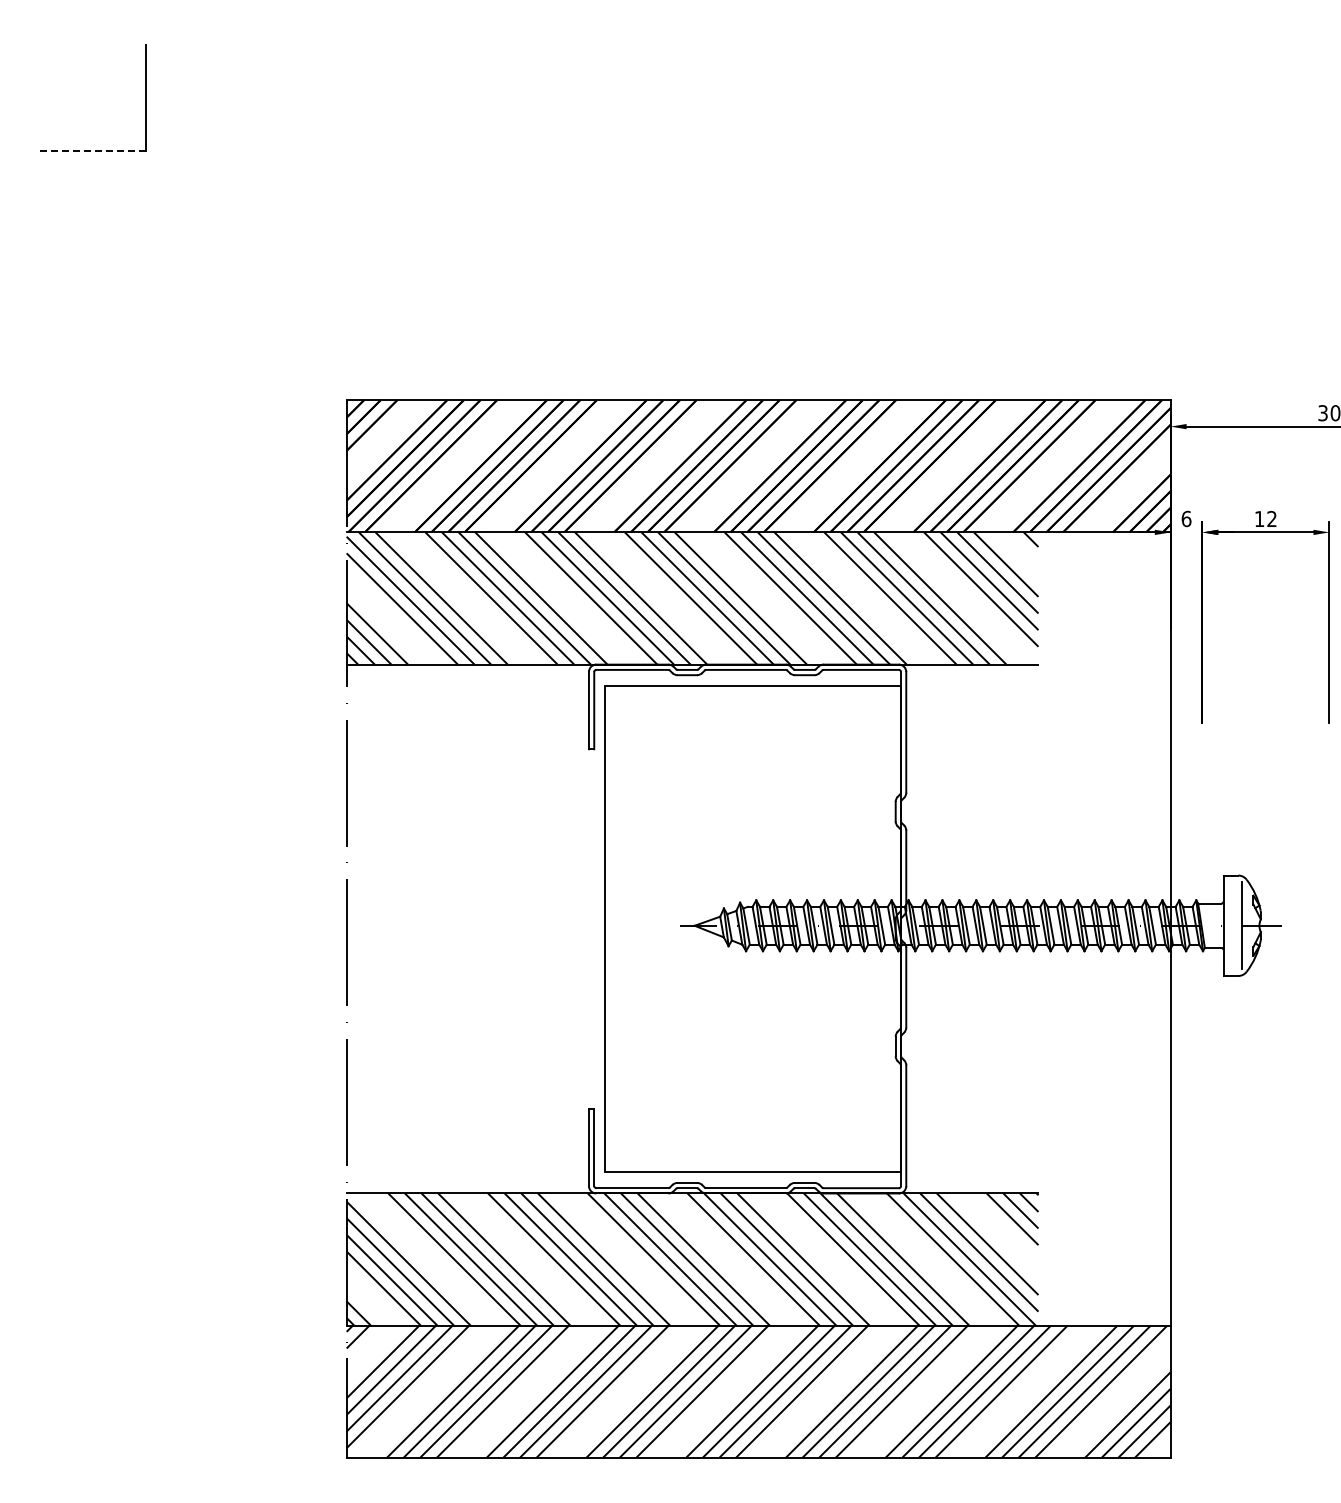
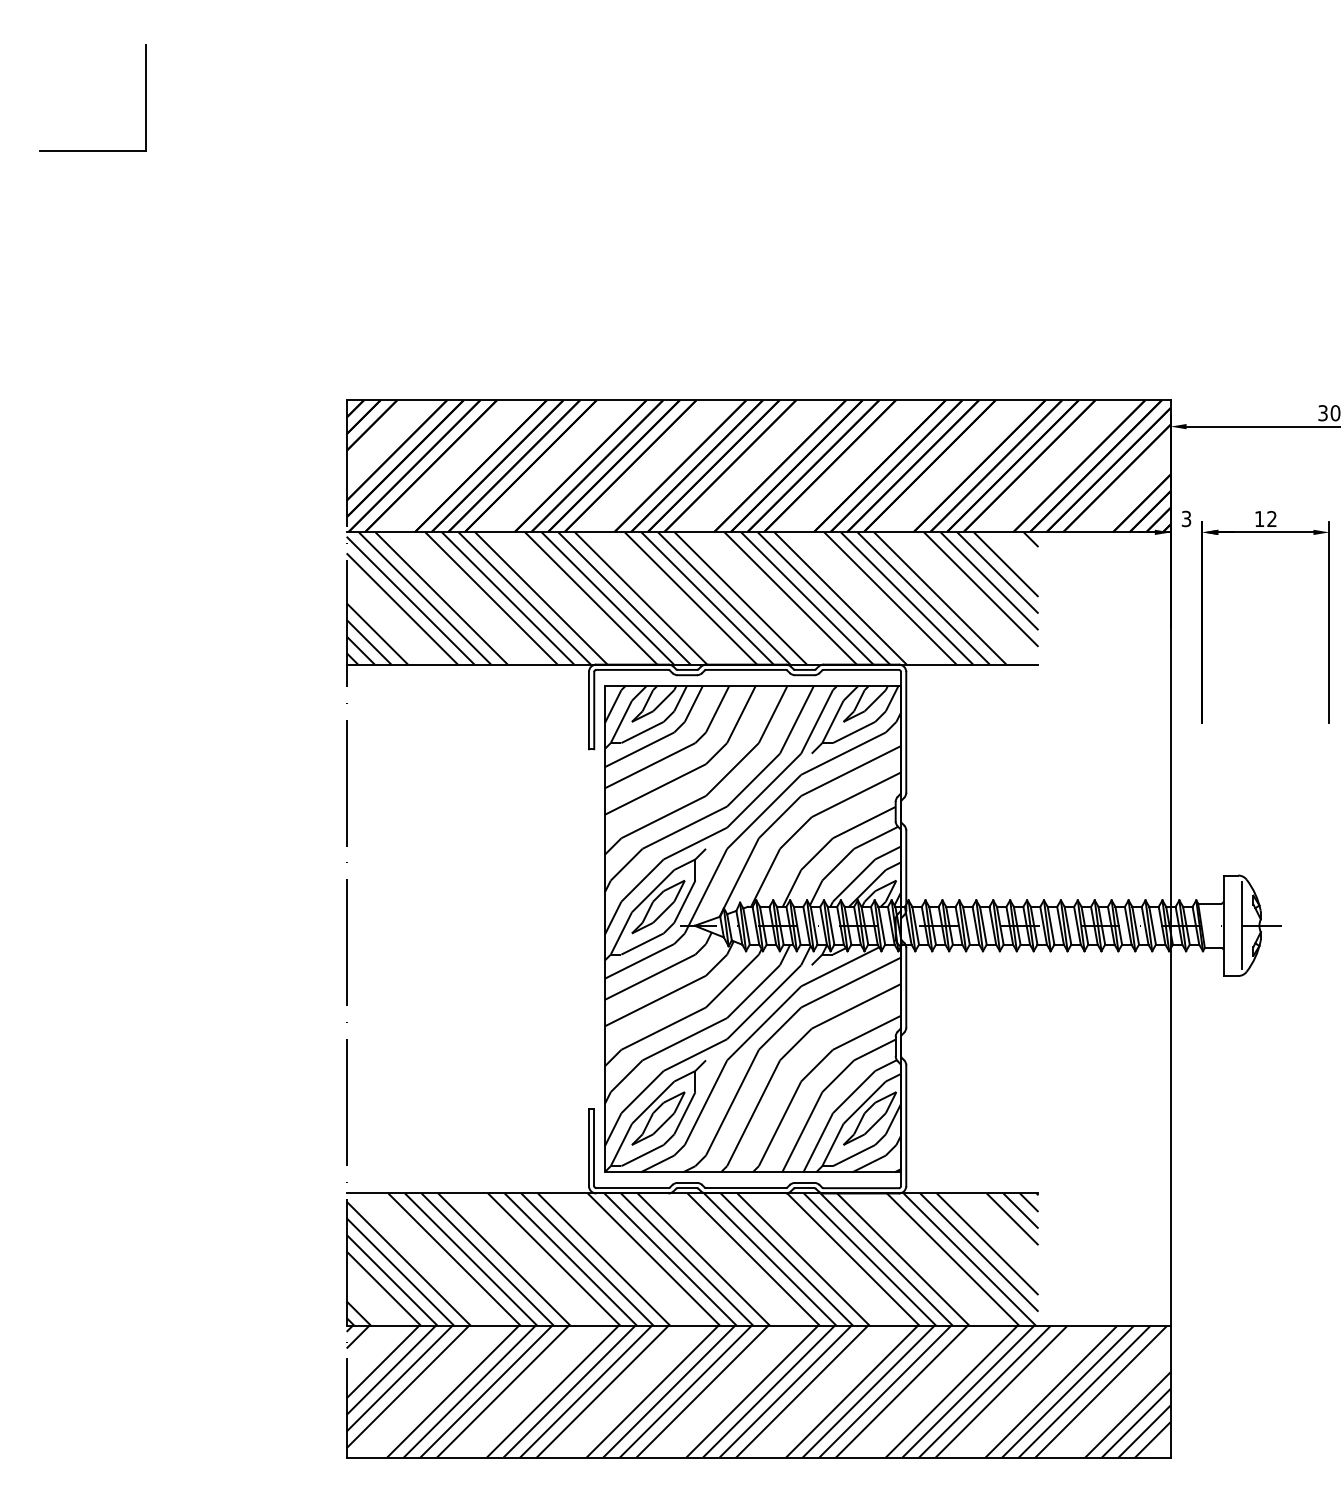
line at (92, 150): dashed -> solid
text at (1186, 518): 6 -> 3
hatch at (752, 928): none -> present
